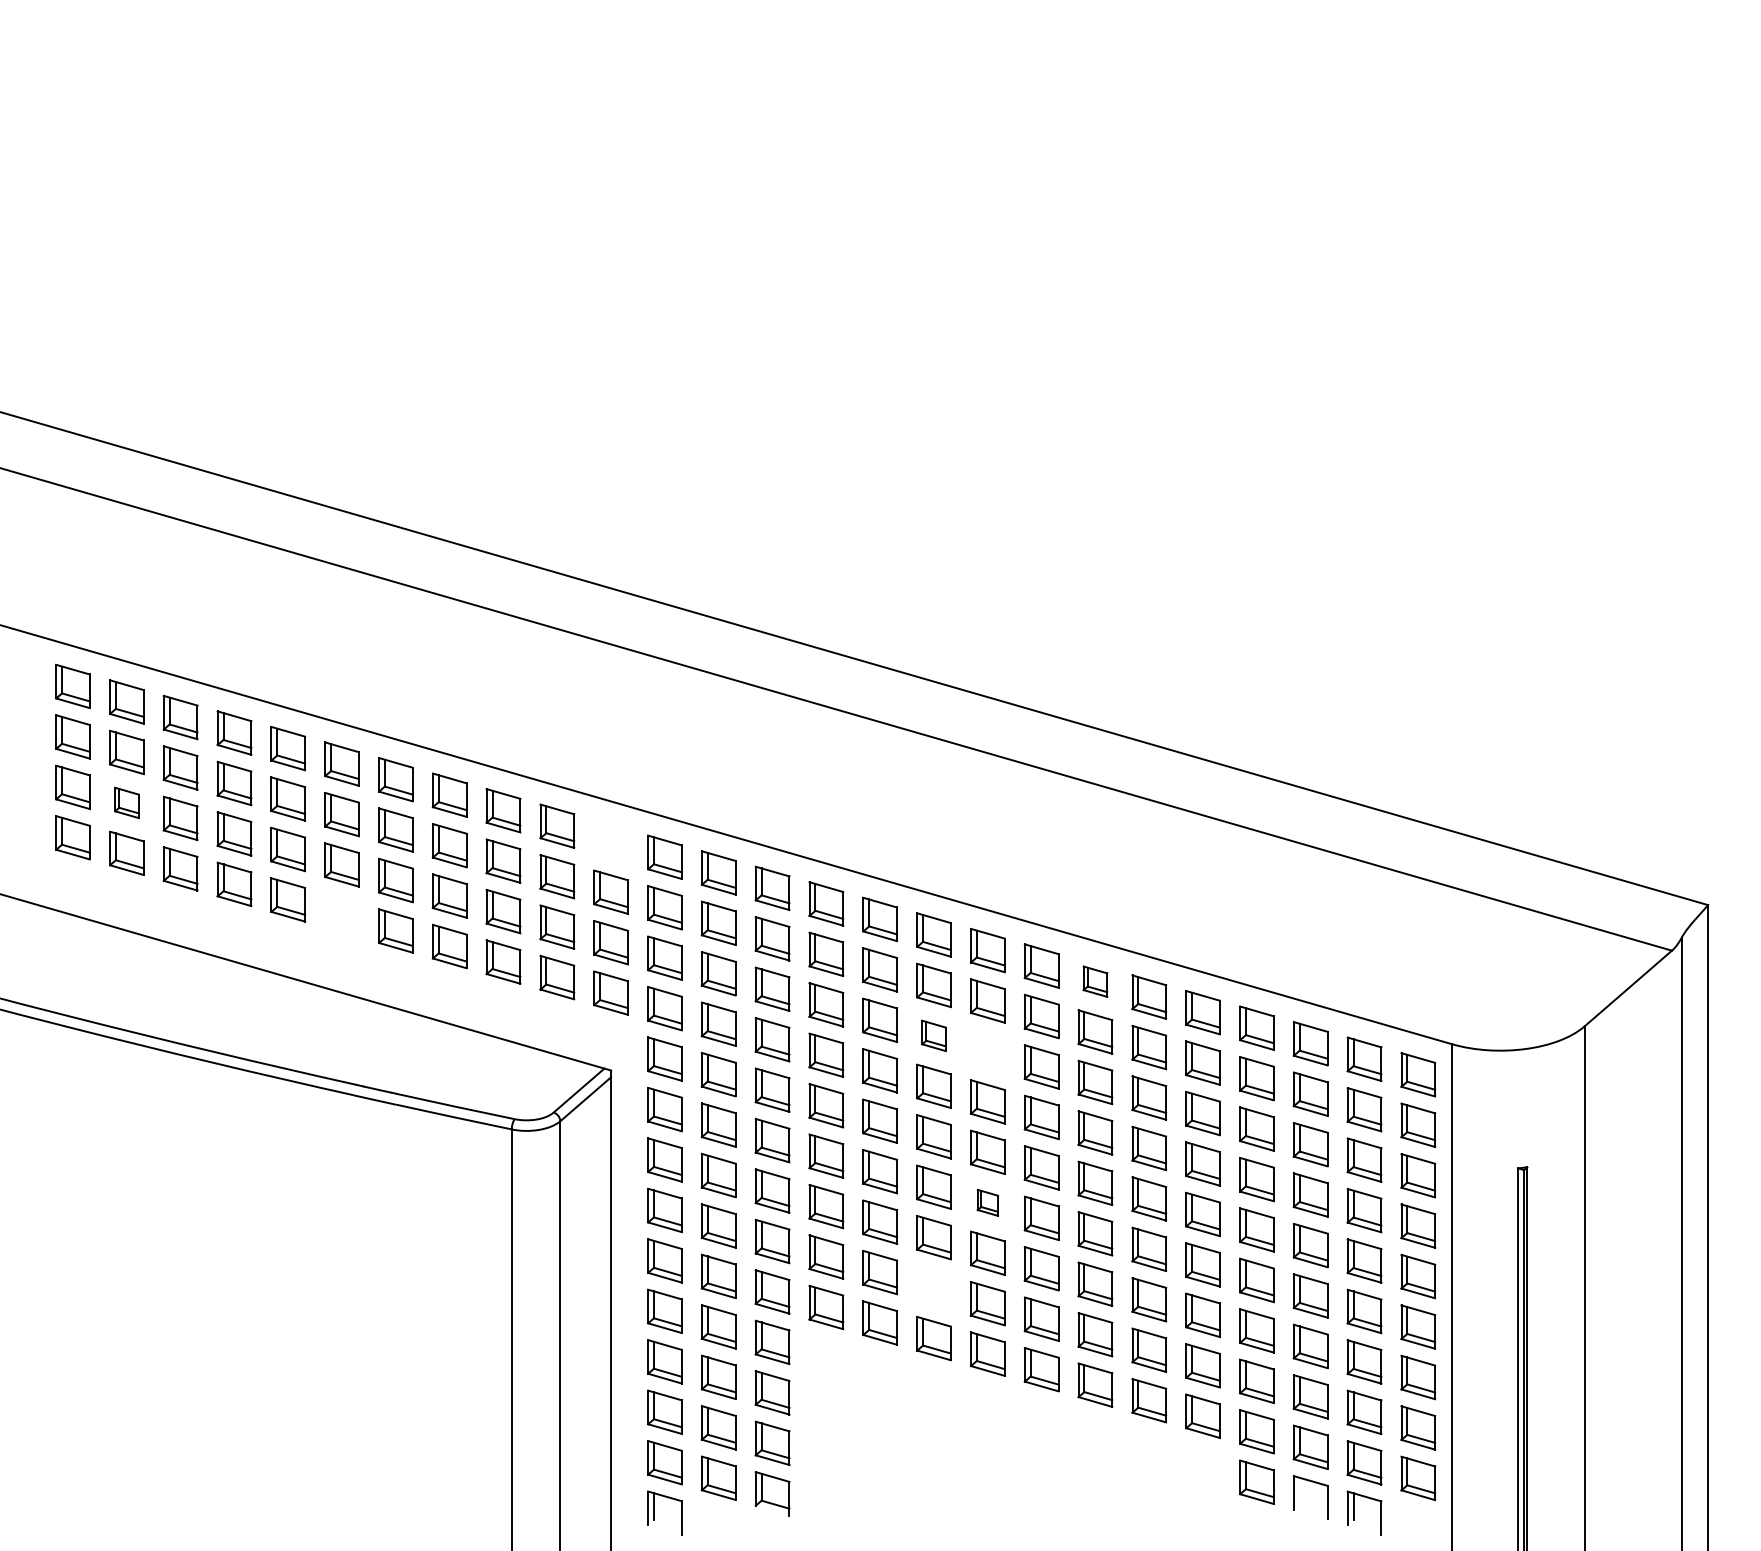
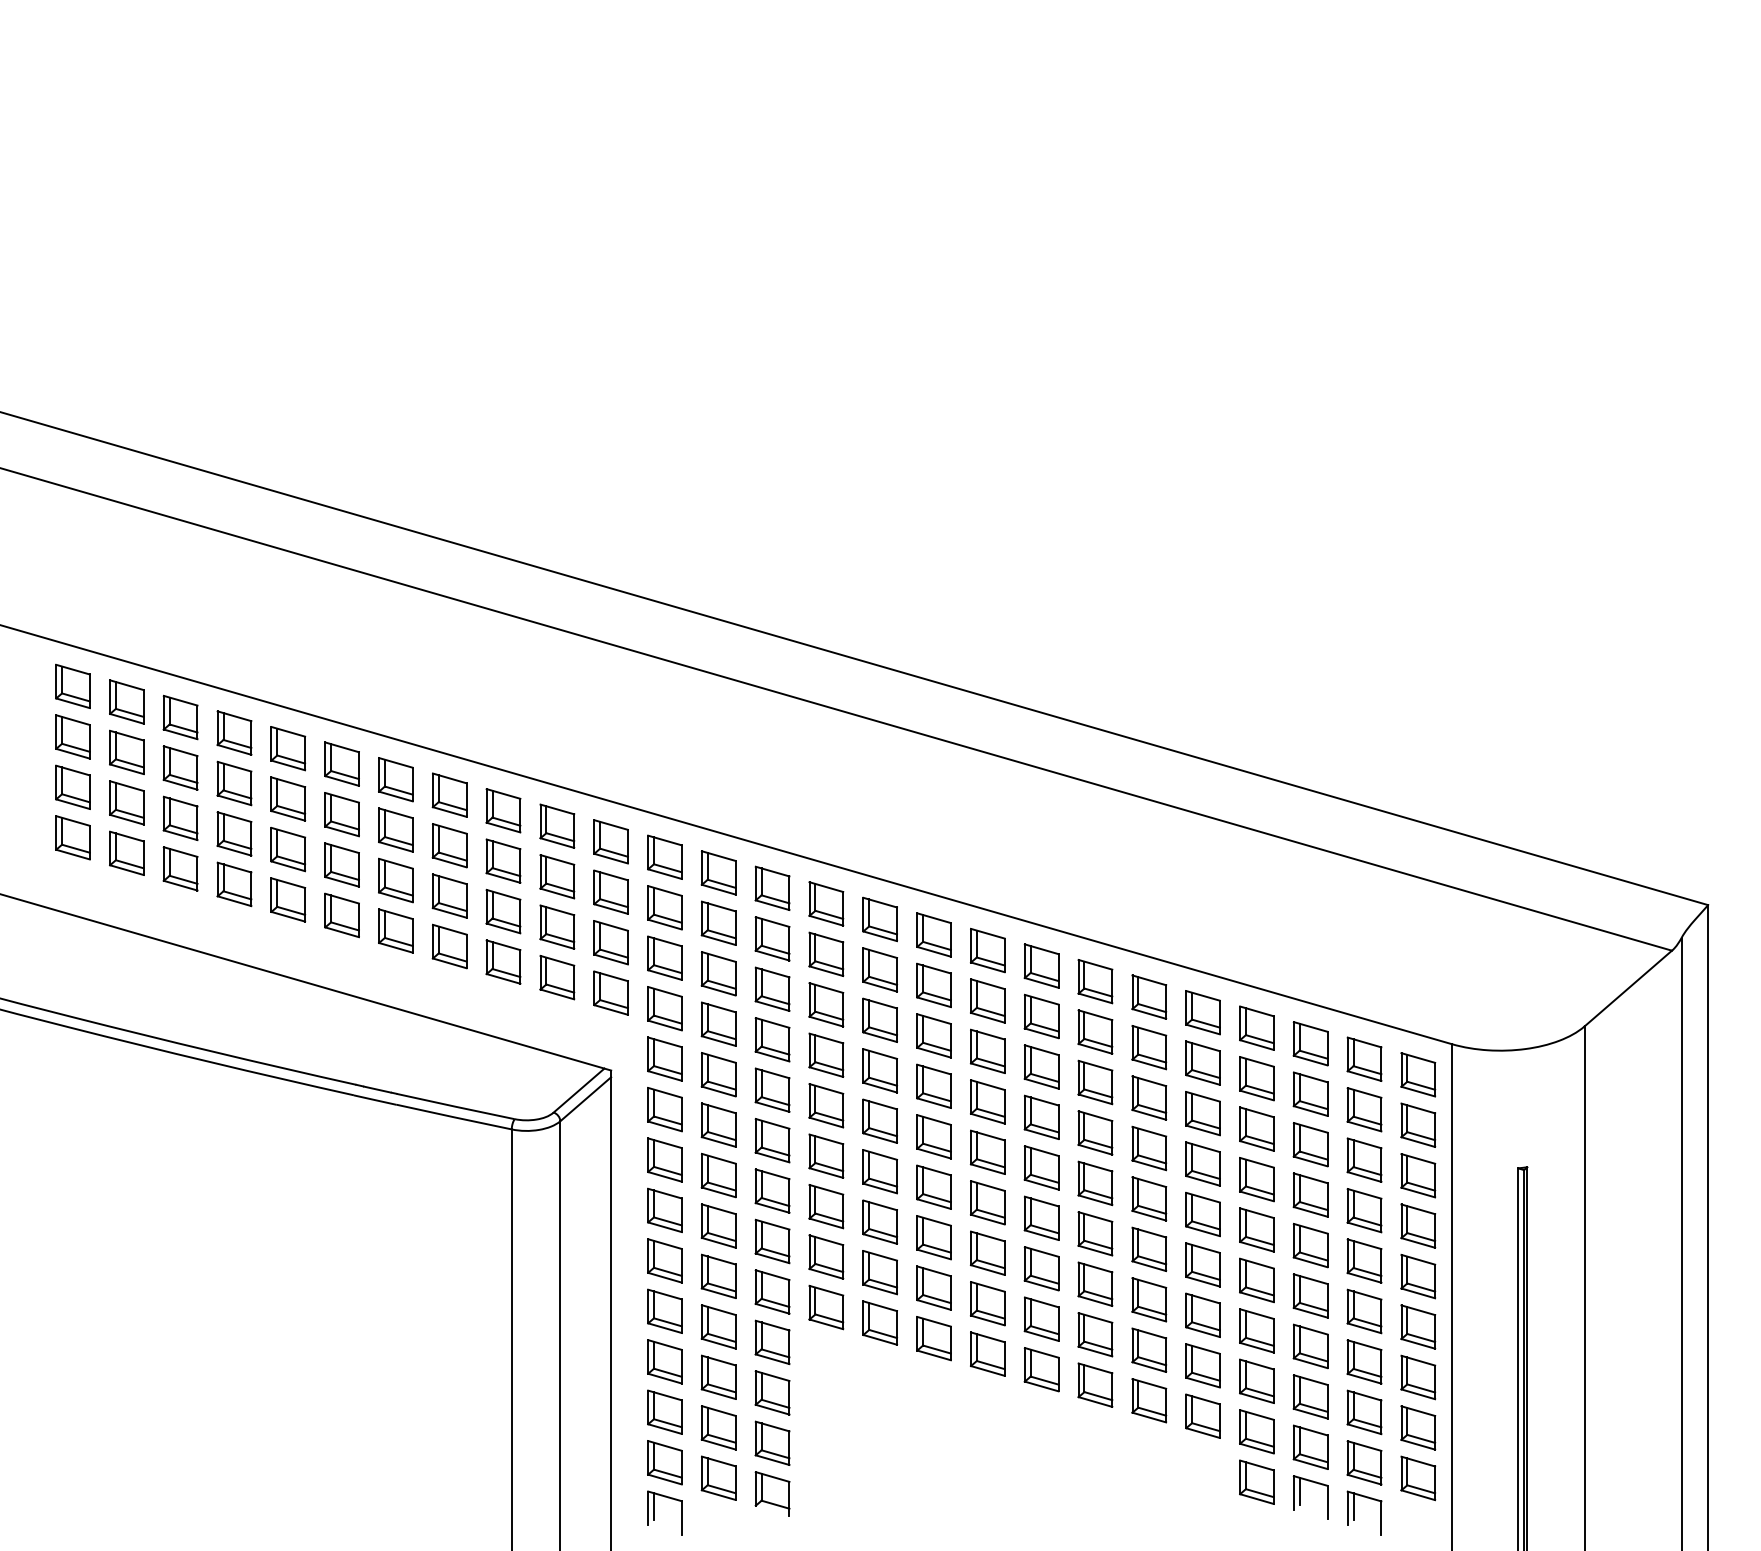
part at (126, 802) size: 26x33 px -> 36x46 px
part at (610, 841): none -> present
part at (341, 915): none -> present
part at (1095, 981) size: 27x33 px -> 37x46 px
part at (933, 1035) size: 26x34 px -> 36x46 px
part at (987, 1050): none -> present
part at (987, 1202) size: 23x29 px -> 36x46 px
part at (933, 1287): none -> present
line at (1299, 1490): none -> present
